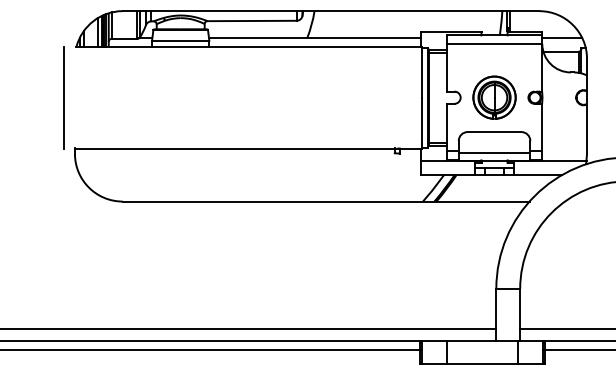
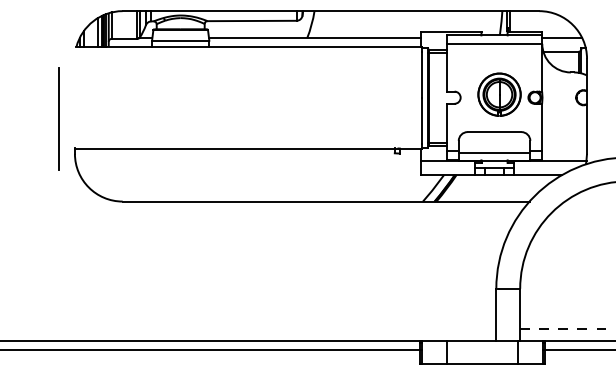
line at (63, 97) position: (63, 97) -> (58, 118)
part at (494, 97) position: (494, 97) -> (499, 94)
line at (249, 329): present -> none
line at (567, 329): solid -> dashed
